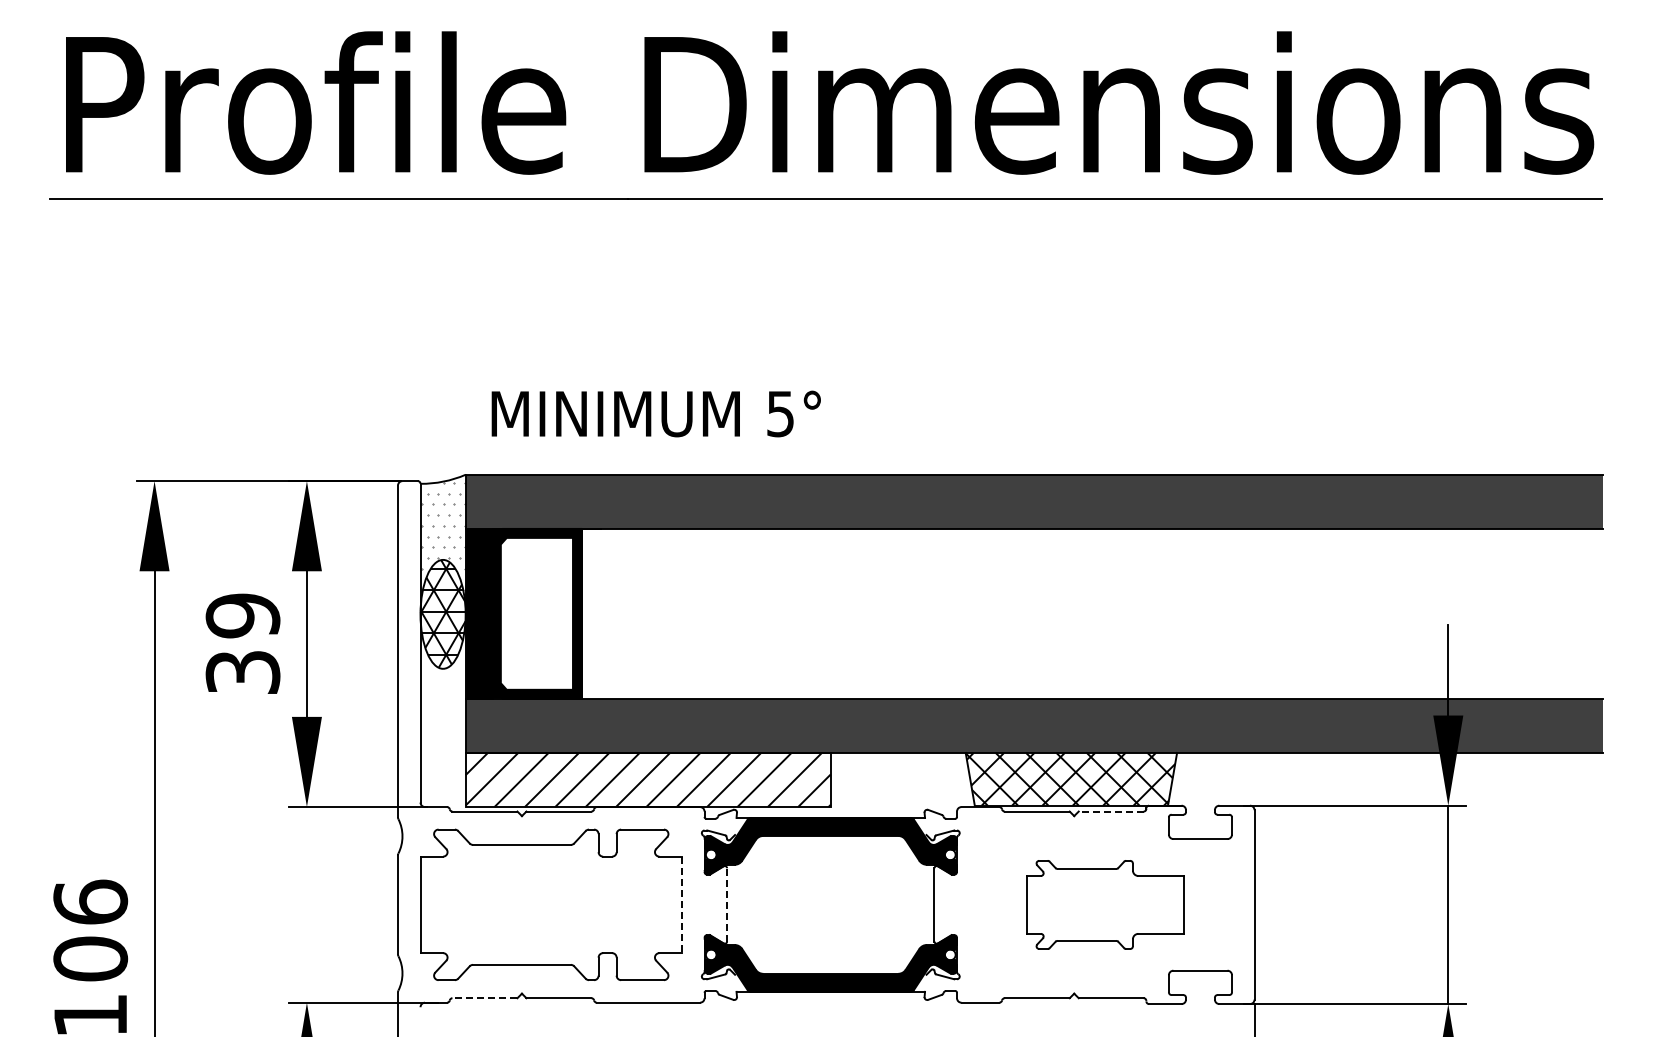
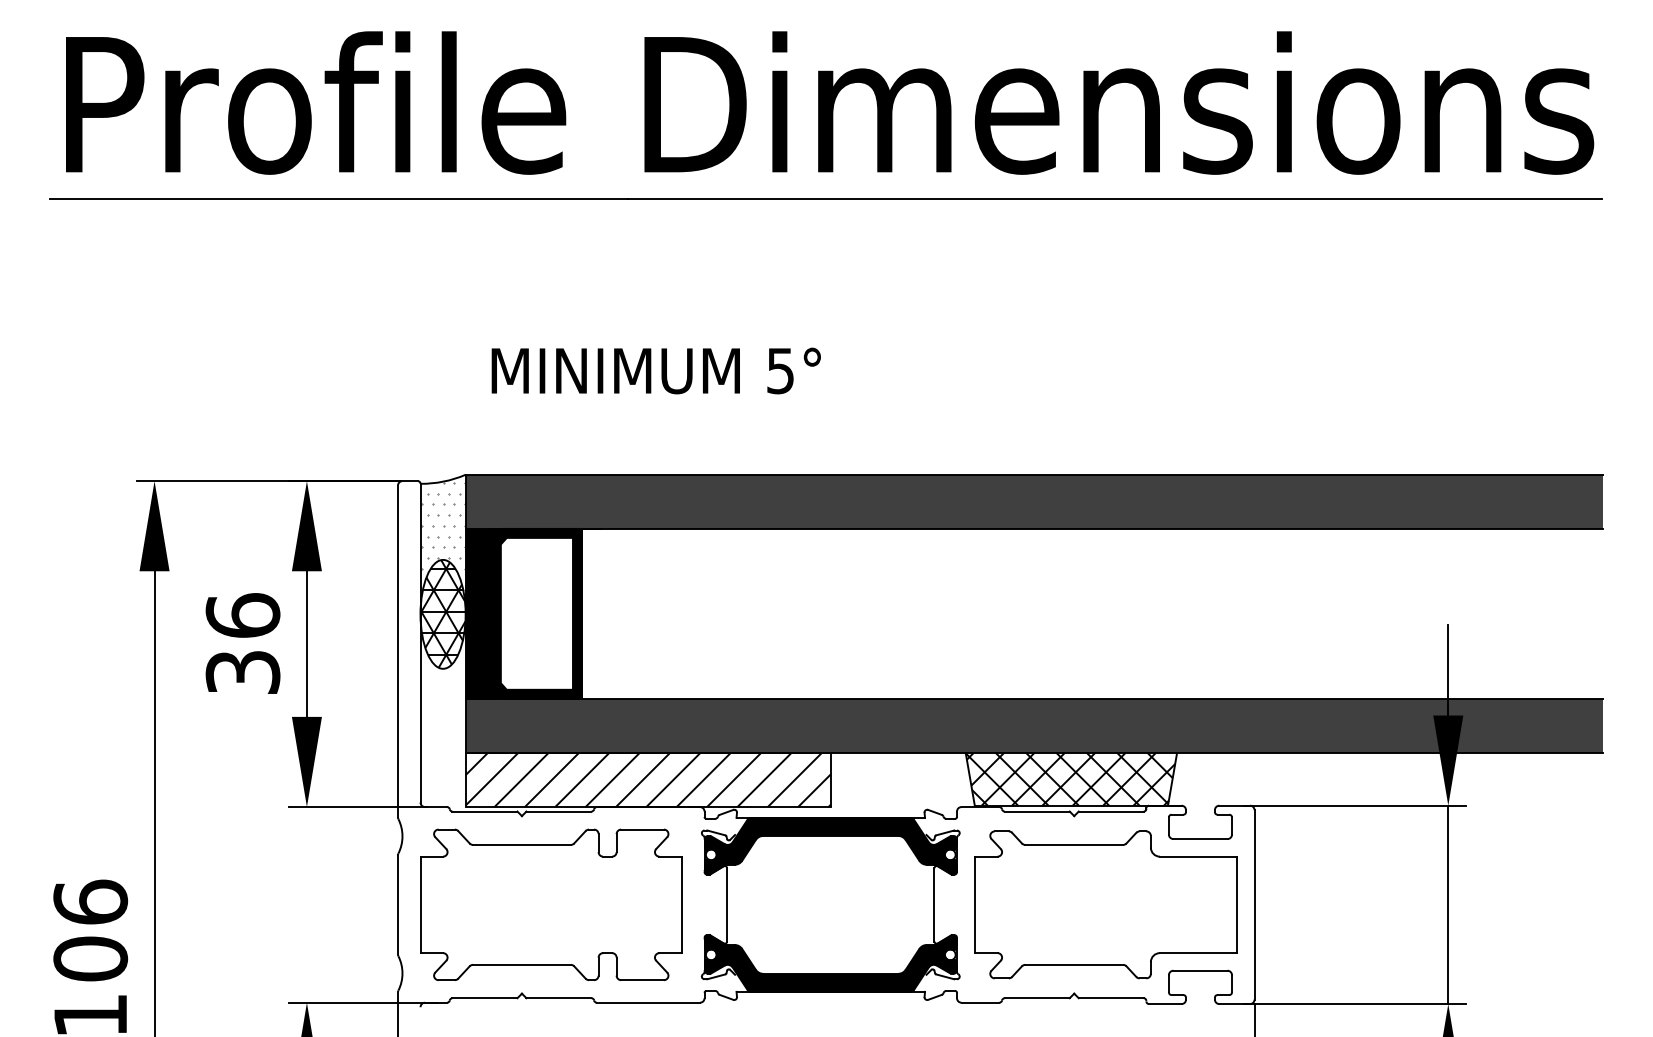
text at (655, 413) position: (655, 413) -> (655, 370)
text at (242, 615): 39 -> 36
line at (1110, 811): dashed -> solid
line at (727, 904): dashed -> solid
part at (1105, 904) size: 159x90 px -> 264x150 px
line at (682, 905): dashed -> solid
line at (484, 998): dashed -> solid
